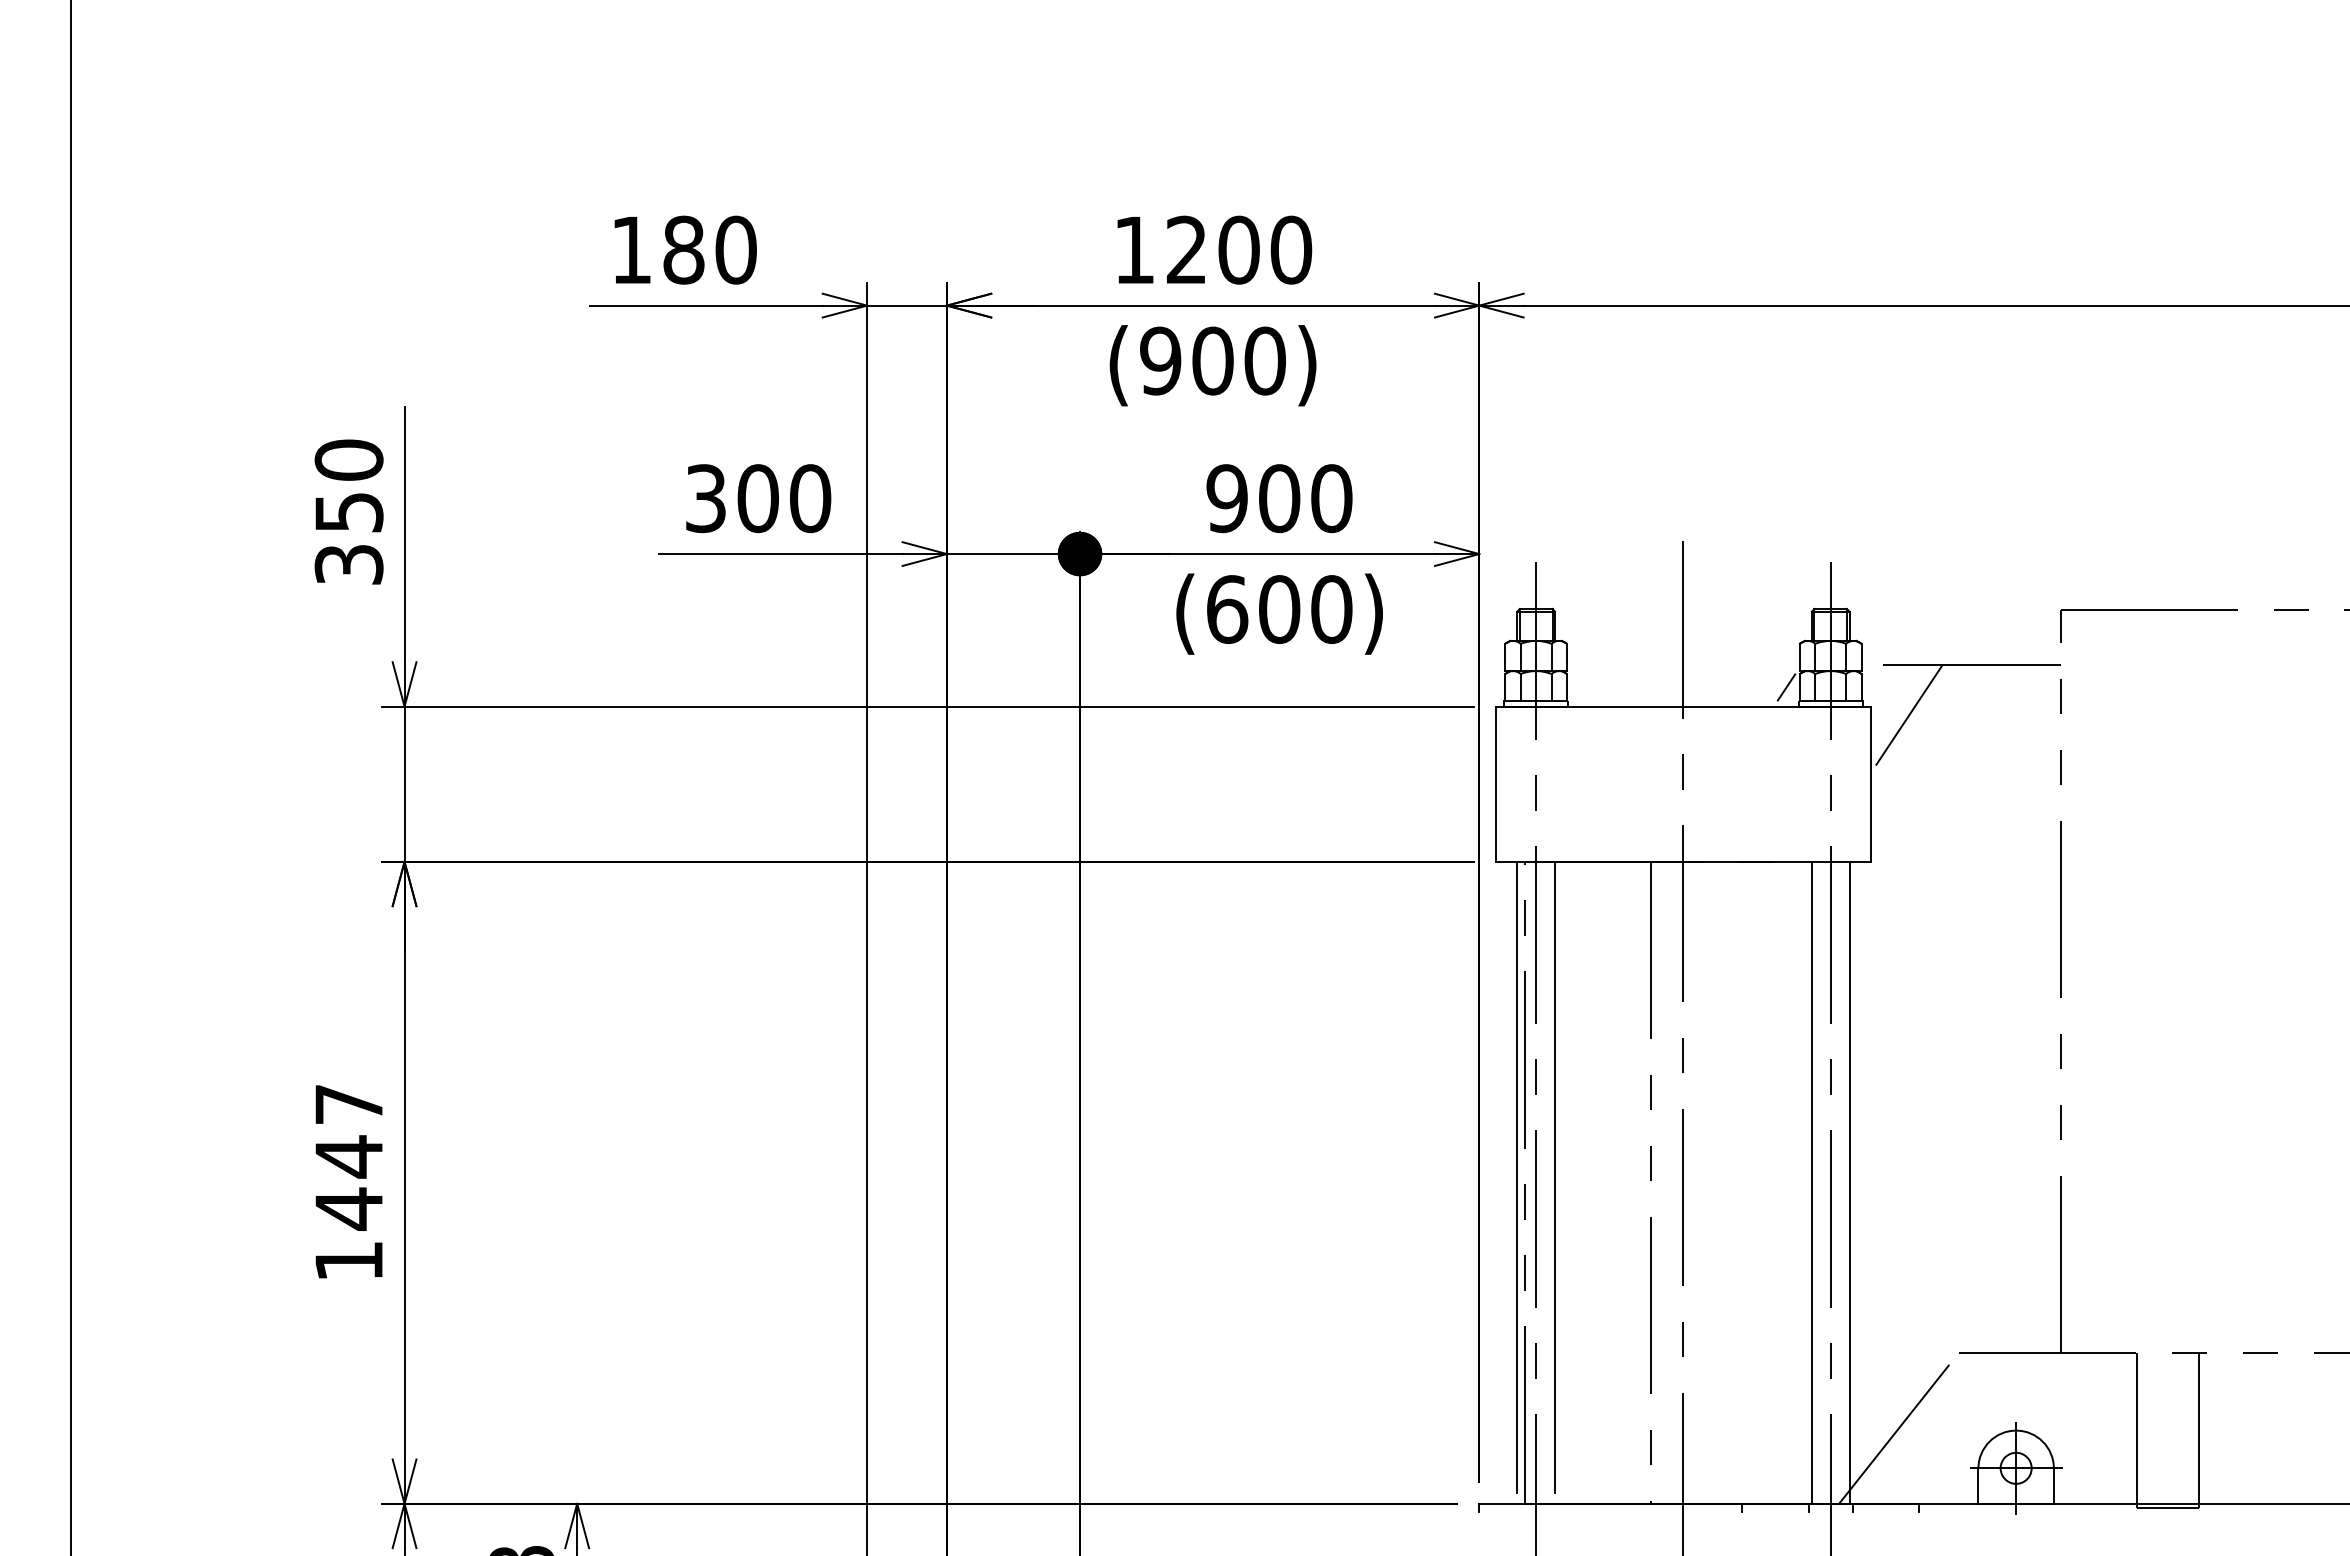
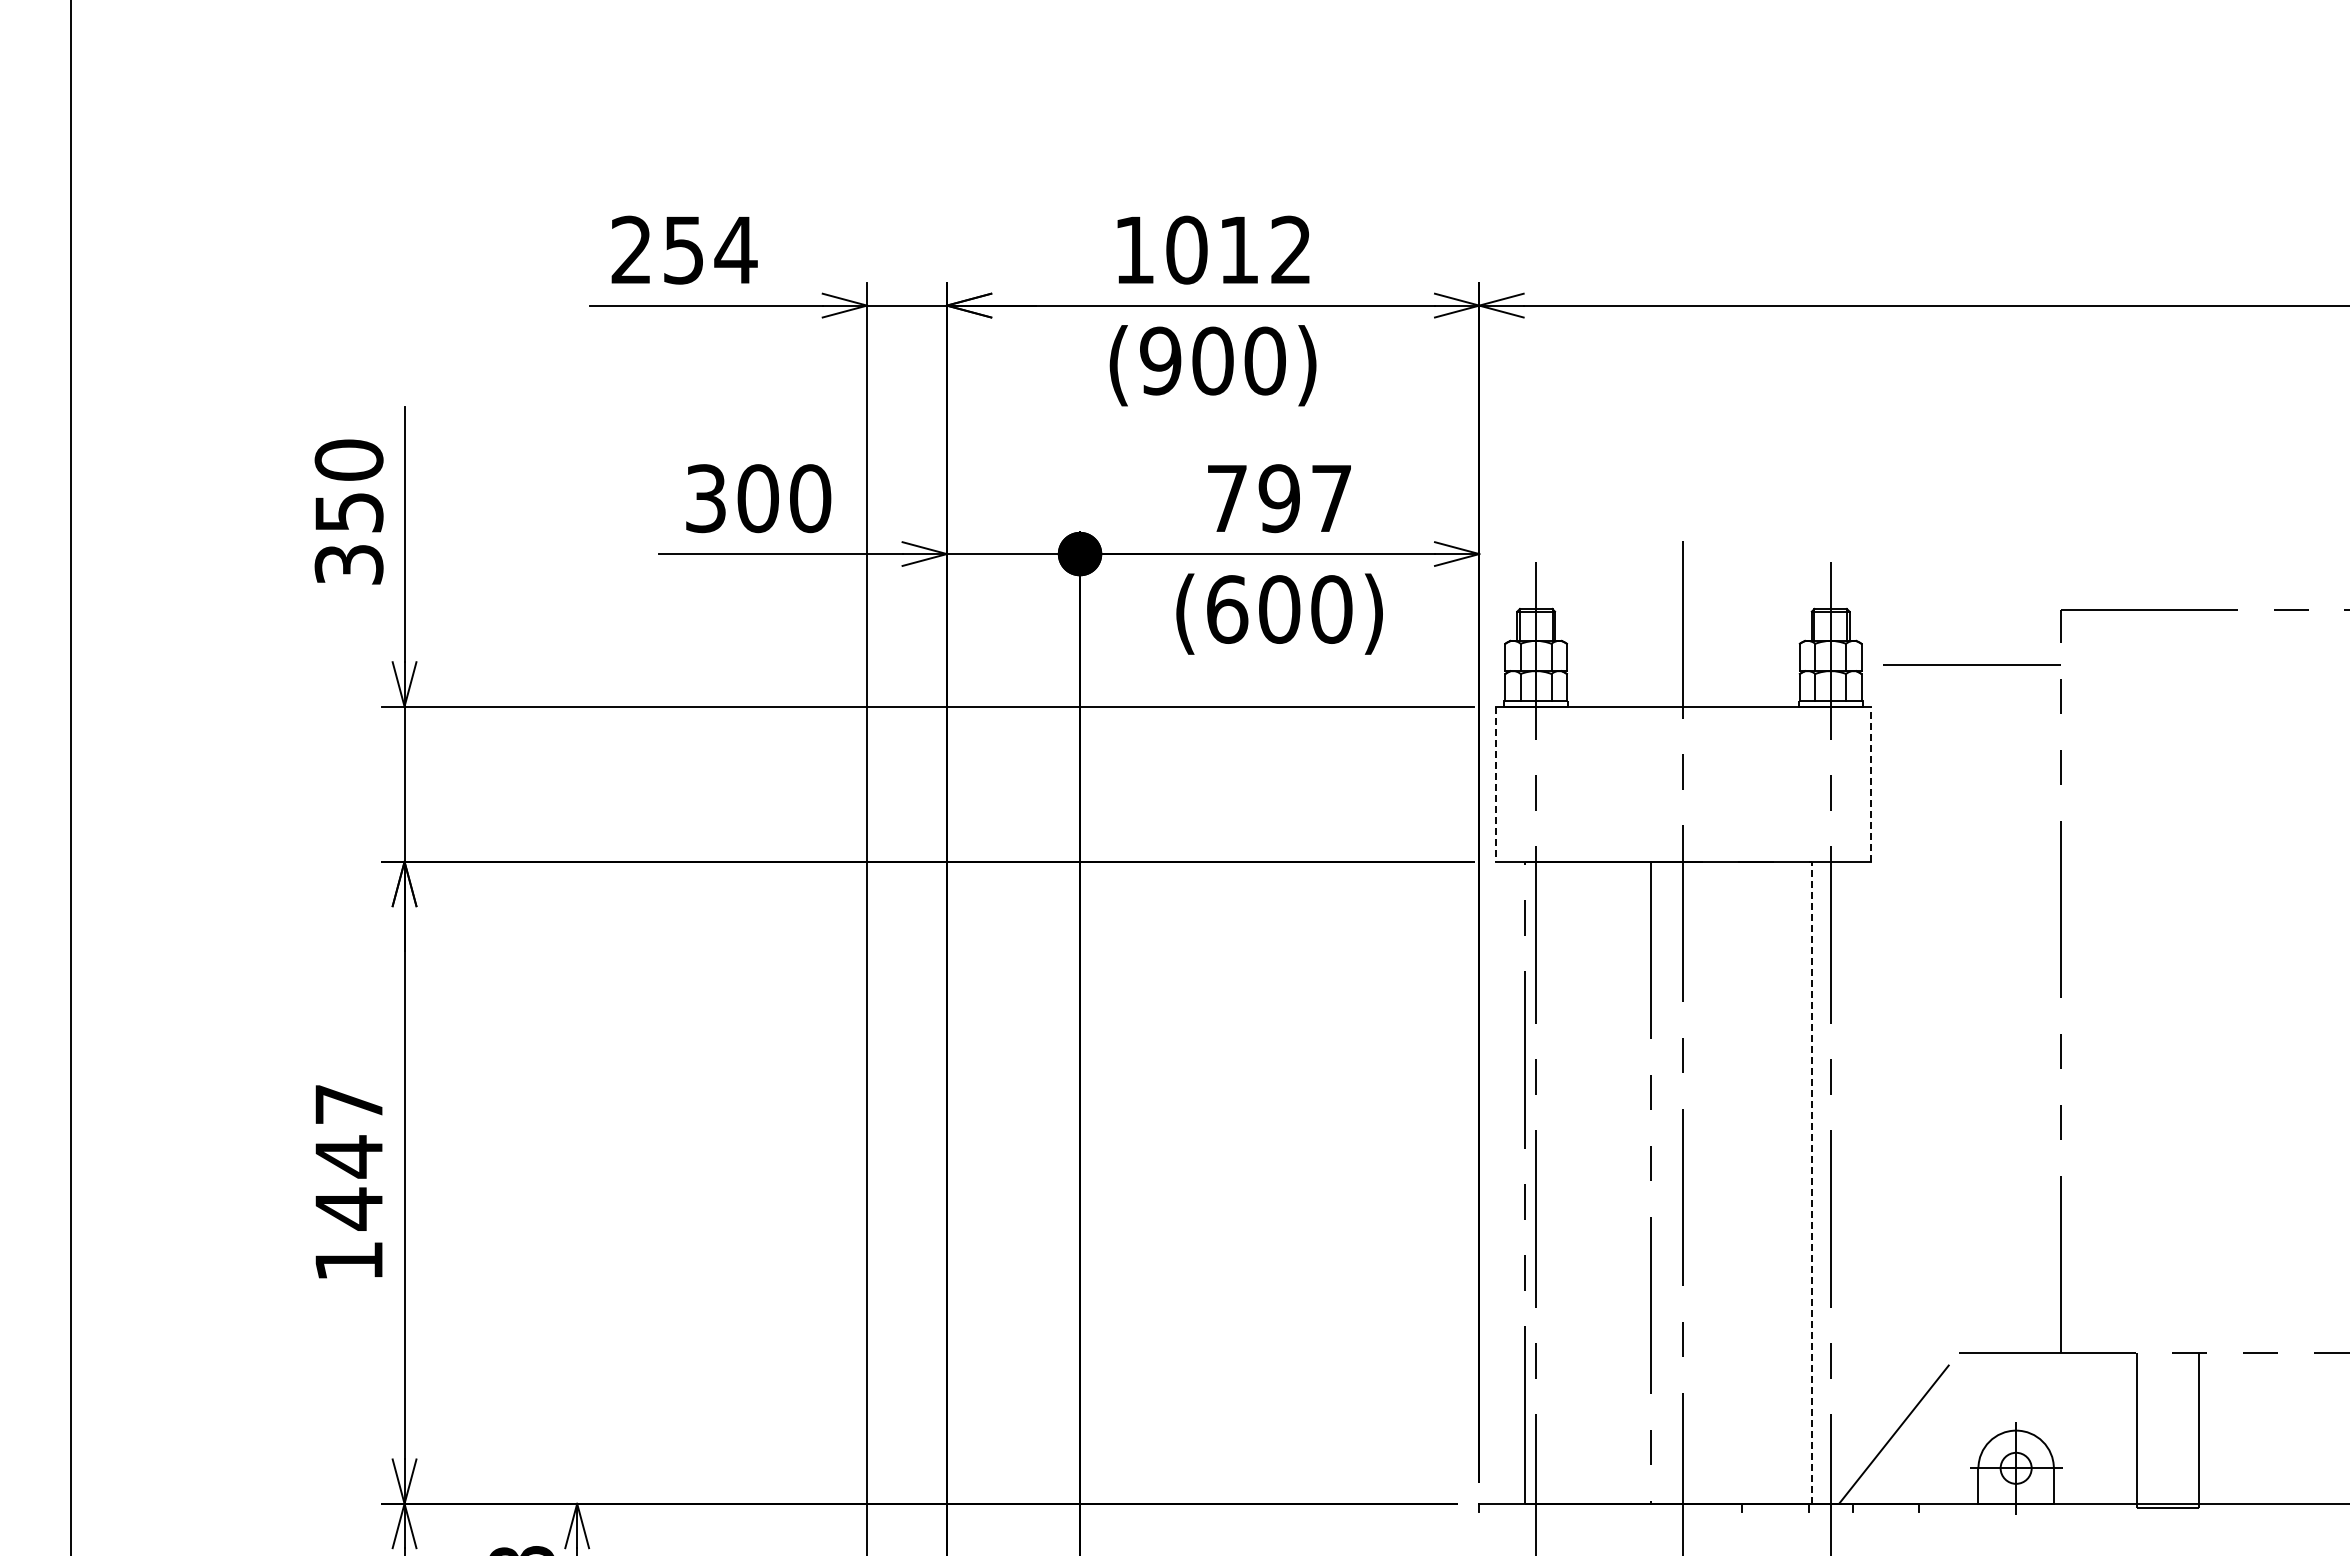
text at (684, 249): 180 -> 254
text at (1239, 249): 1200 -> 1012
text at (1279, 498): 900 -> 797
line at (1786, 687): present -> none
line at (1908, 715): present -> none
line at (1496, 784): solid -> dashed
line at (1870, 784): solid -> dashed
line at (1517, 1176): present -> none
line at (1554, 1176): present -> none
line at (1811, 1182): solid -> dashed
line at (1849, 1182): present -> none
